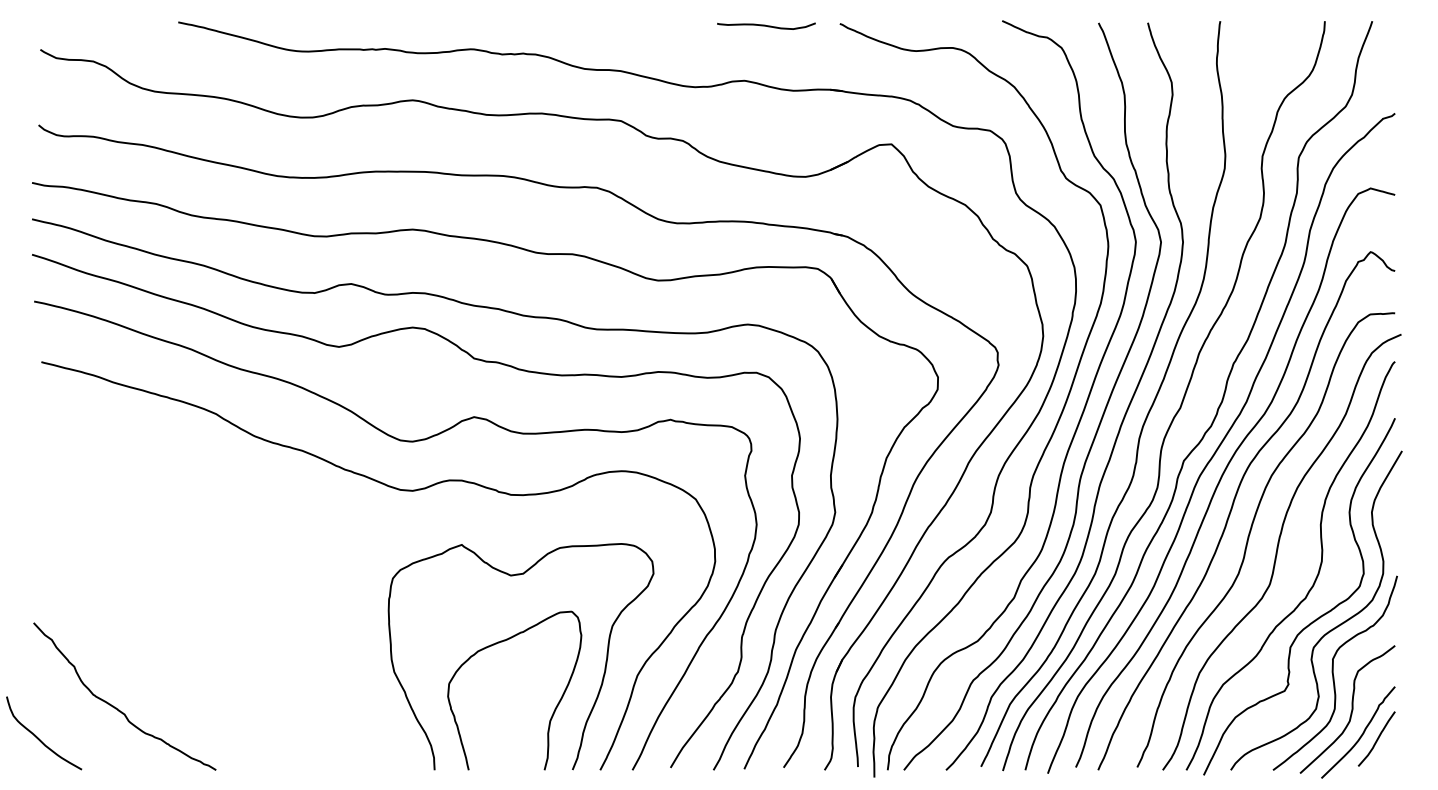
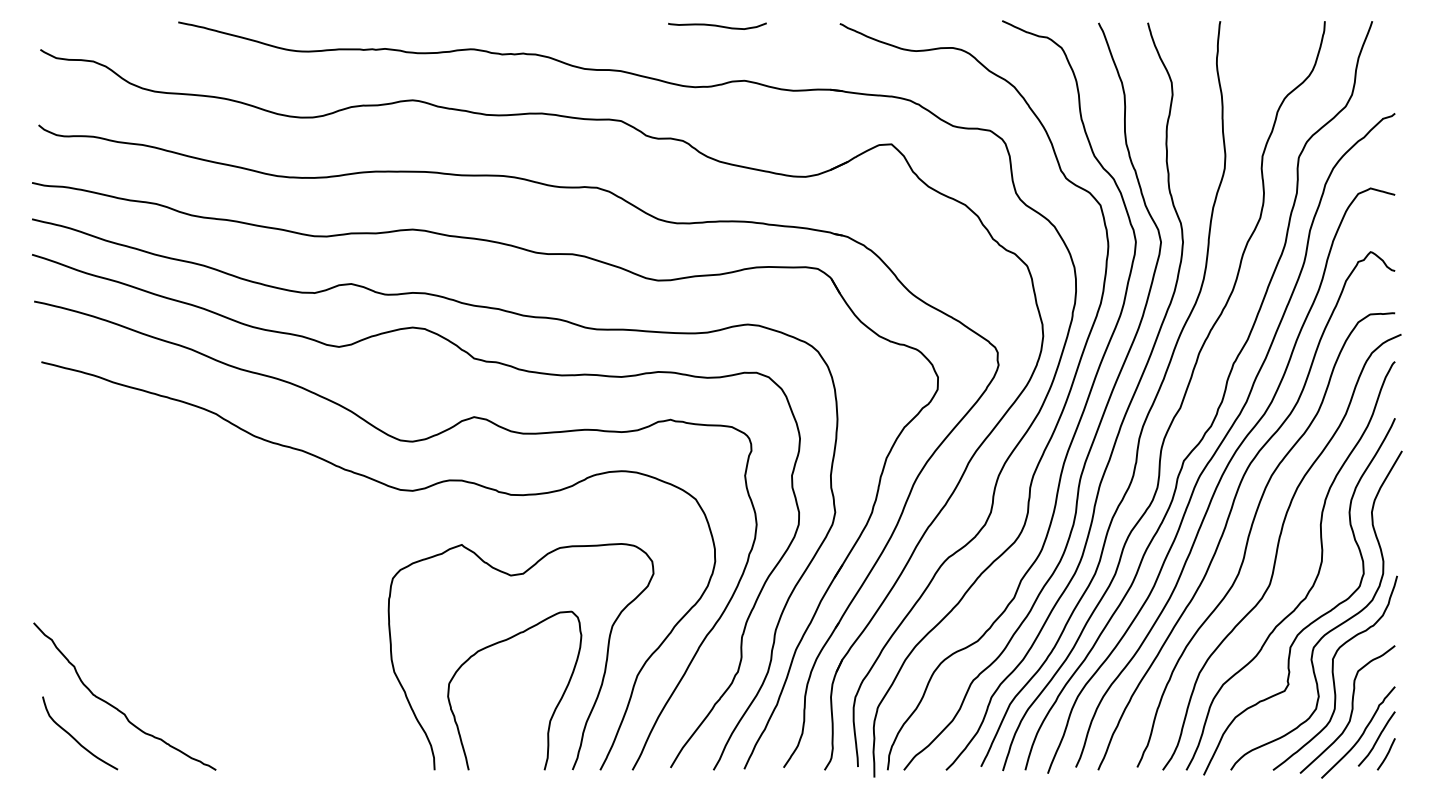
curve at (766, 25) position: (766, 25) -> (717, 25)
curve at (39, 738) position: (39, 738) -> (75, 738)
curve at (1386, 754): none -> present
